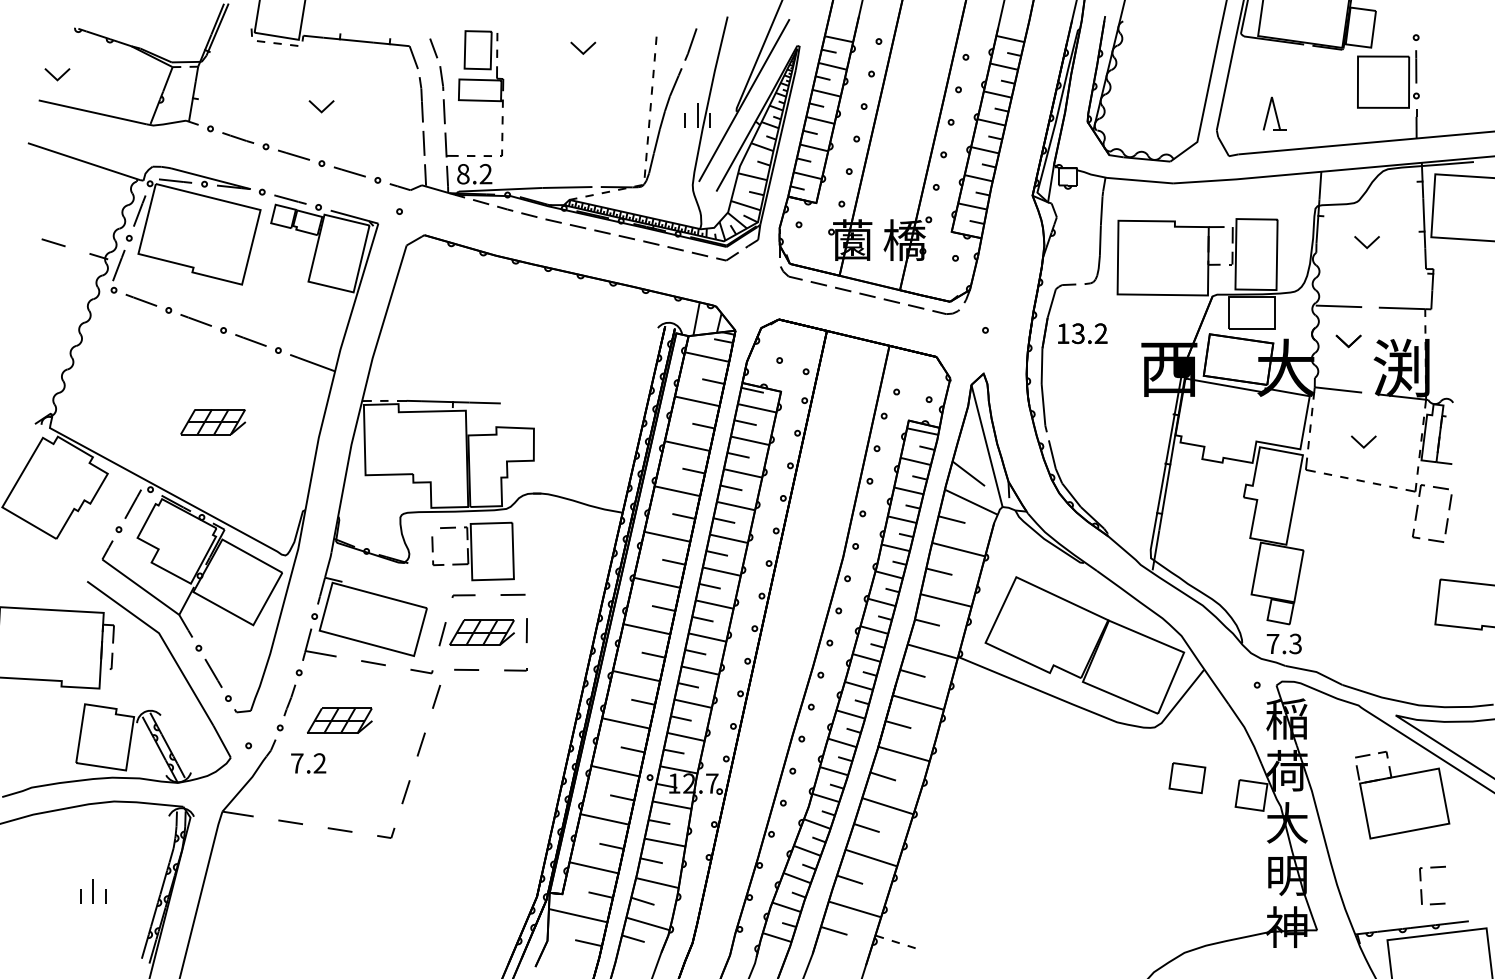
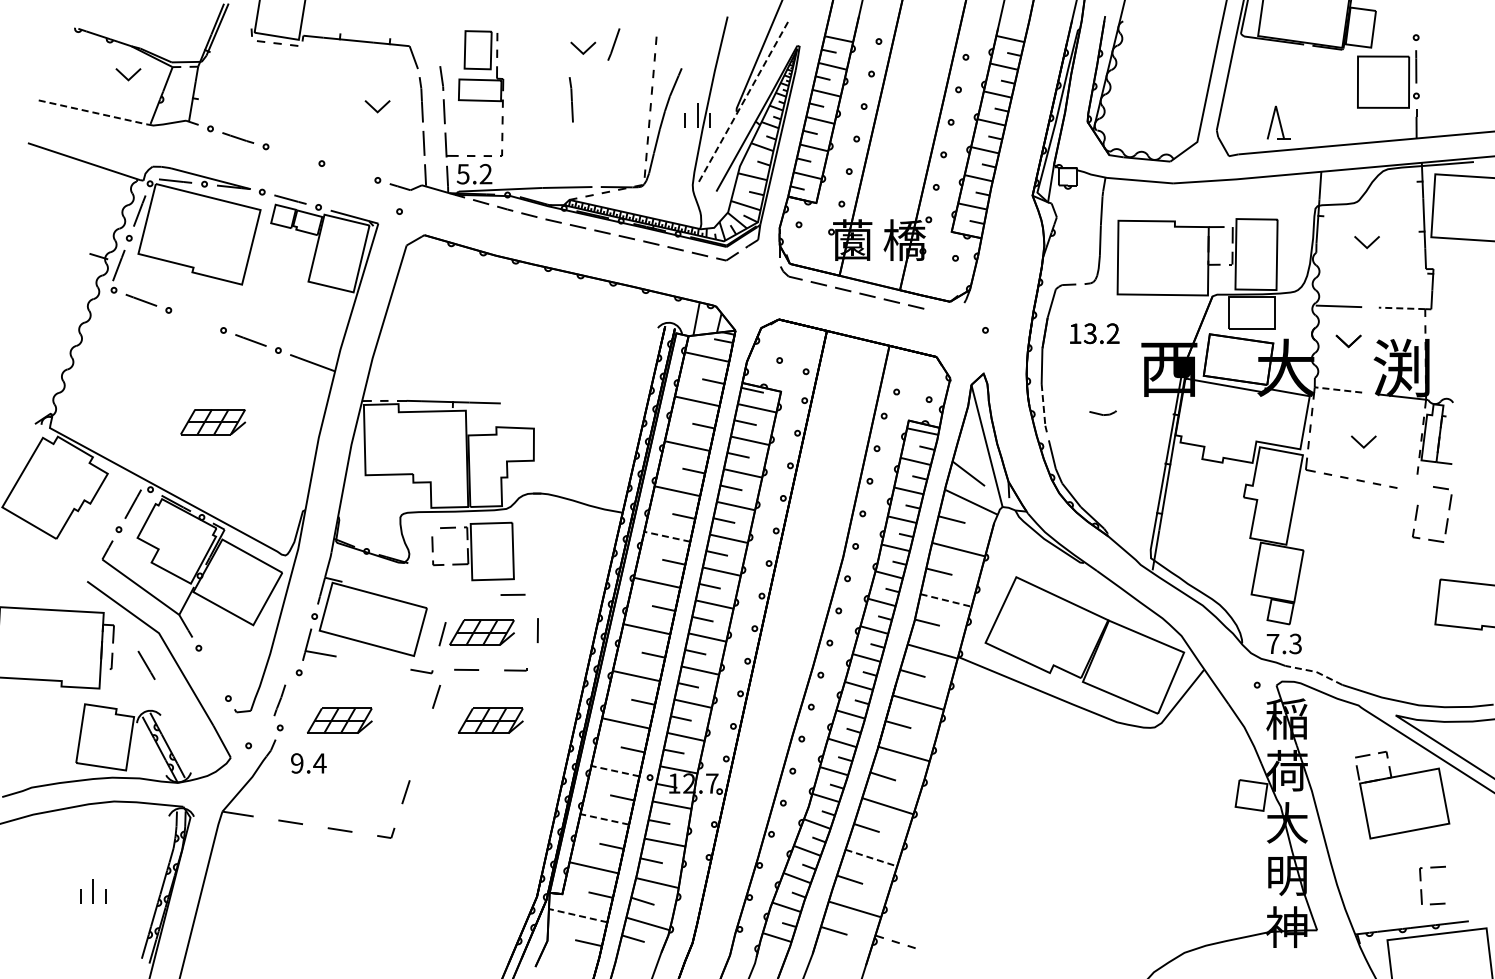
line at (690, 44) position: (690, 44) -> (613, 44)
line at (433, 48): present -> none
part at (57, 74) position: (57, 74) -> (128, 74)
line at (570, 98): none -> present
line at (744, 100): solid -> dashed
part at (321, 106) position: (321, 106) -> (377, 106)
line at (93, 112): solid -> dashed
part at (1274, 113) position: (1274, 113) -> (1278, 122)
line at (293, 154): present -> none
line at (349, 171): present -> none
text at (462, 174): 8.2 -> 5.2
line at (53, 242): present -> none
line at (1401, 308): solid -> dashed
part at (945, 311) position: (945, 311) -> (1102, 412)
line at (195, 320): present -> none
text at (1082, 333) position: (1082, 333) -> (1094, 333)
line at (1338, 389): solid -> dashed
line at (1043, 404): solid -> dashed
part at (1414, 489): present -> none
line at (666, 536): solid -> dashed
line at (463, 595): present -> none
line at (946, 600): solid -> dashed
line at (526, 630) position: (526, 630) -> (537, 630)
line at (373, 663): present -> none
line at (1315, 671): solid -> dashed
line at (213, 672) position: (213, 672) -> (146, 664)
line at (289, 700) position: (289, 700) -> (279, 700)
part at (490, 720): none -> present
line at (420, 744): present -> none
text at (308, 763): 7.2 -> 9.4
line at (615, 771): solid -> dashed
part at (1187, 778): present -> none
line at (604, 819): solid -> dashed
line at (871, 858): solid -> dashed
line at (578, 915): solid -> dashed
